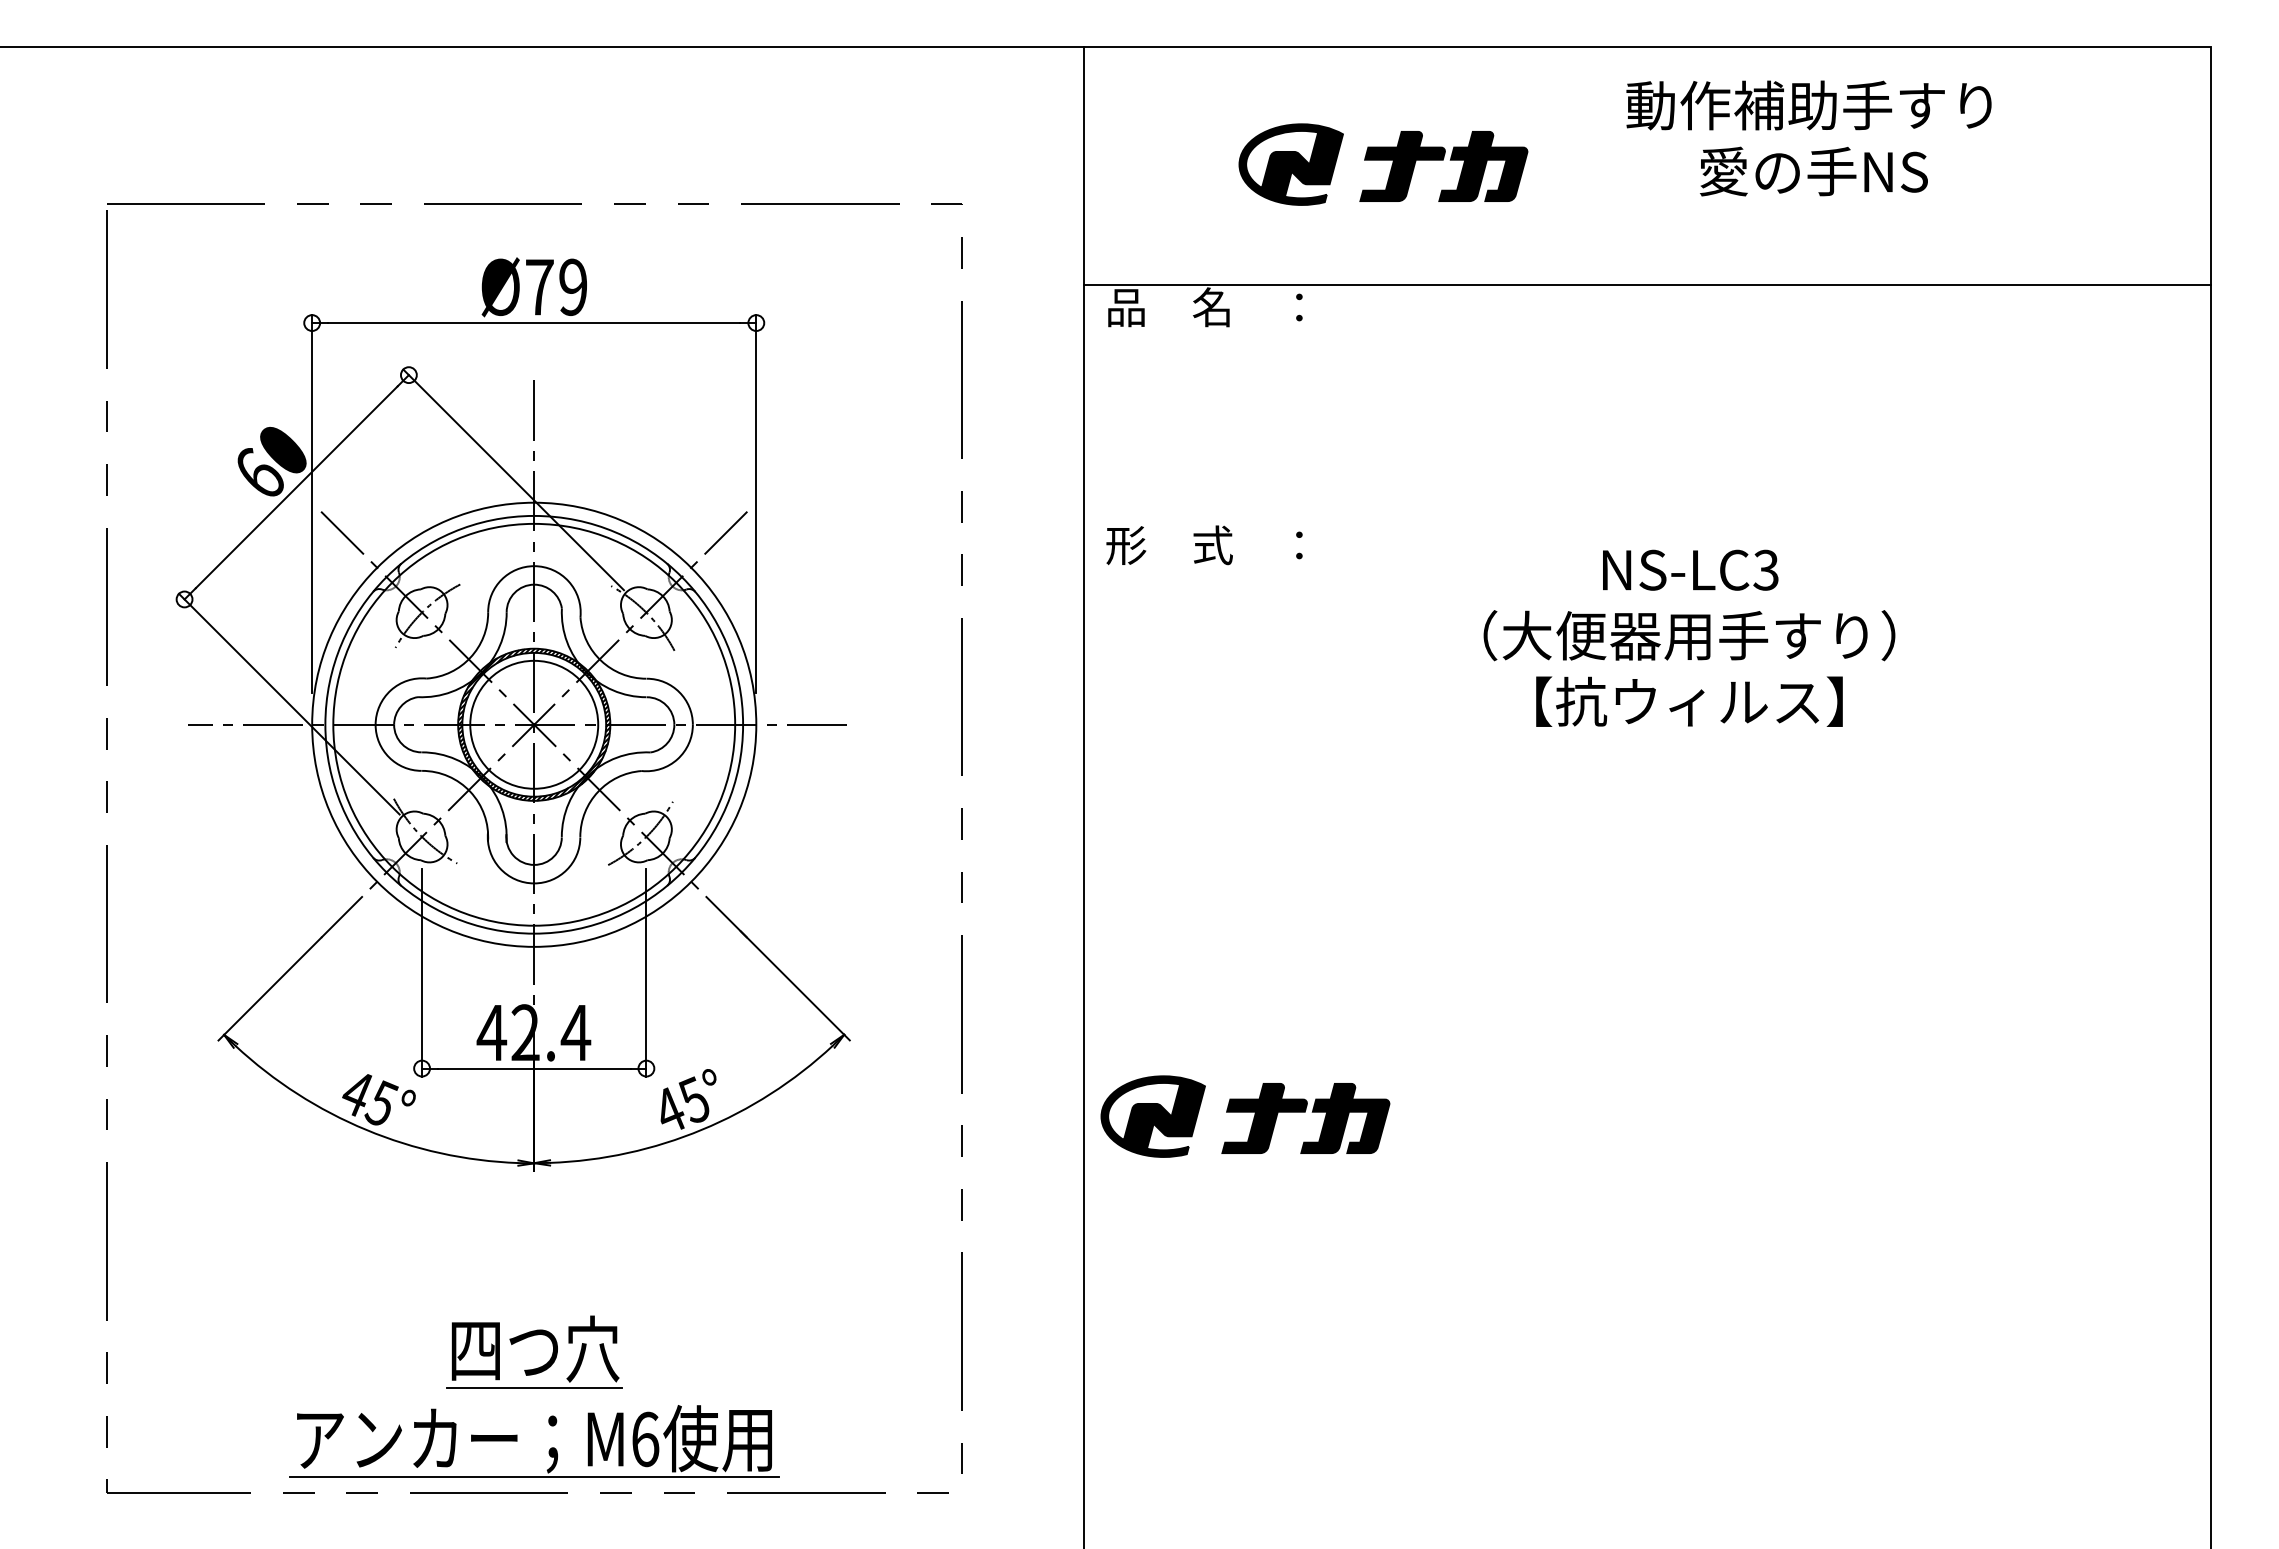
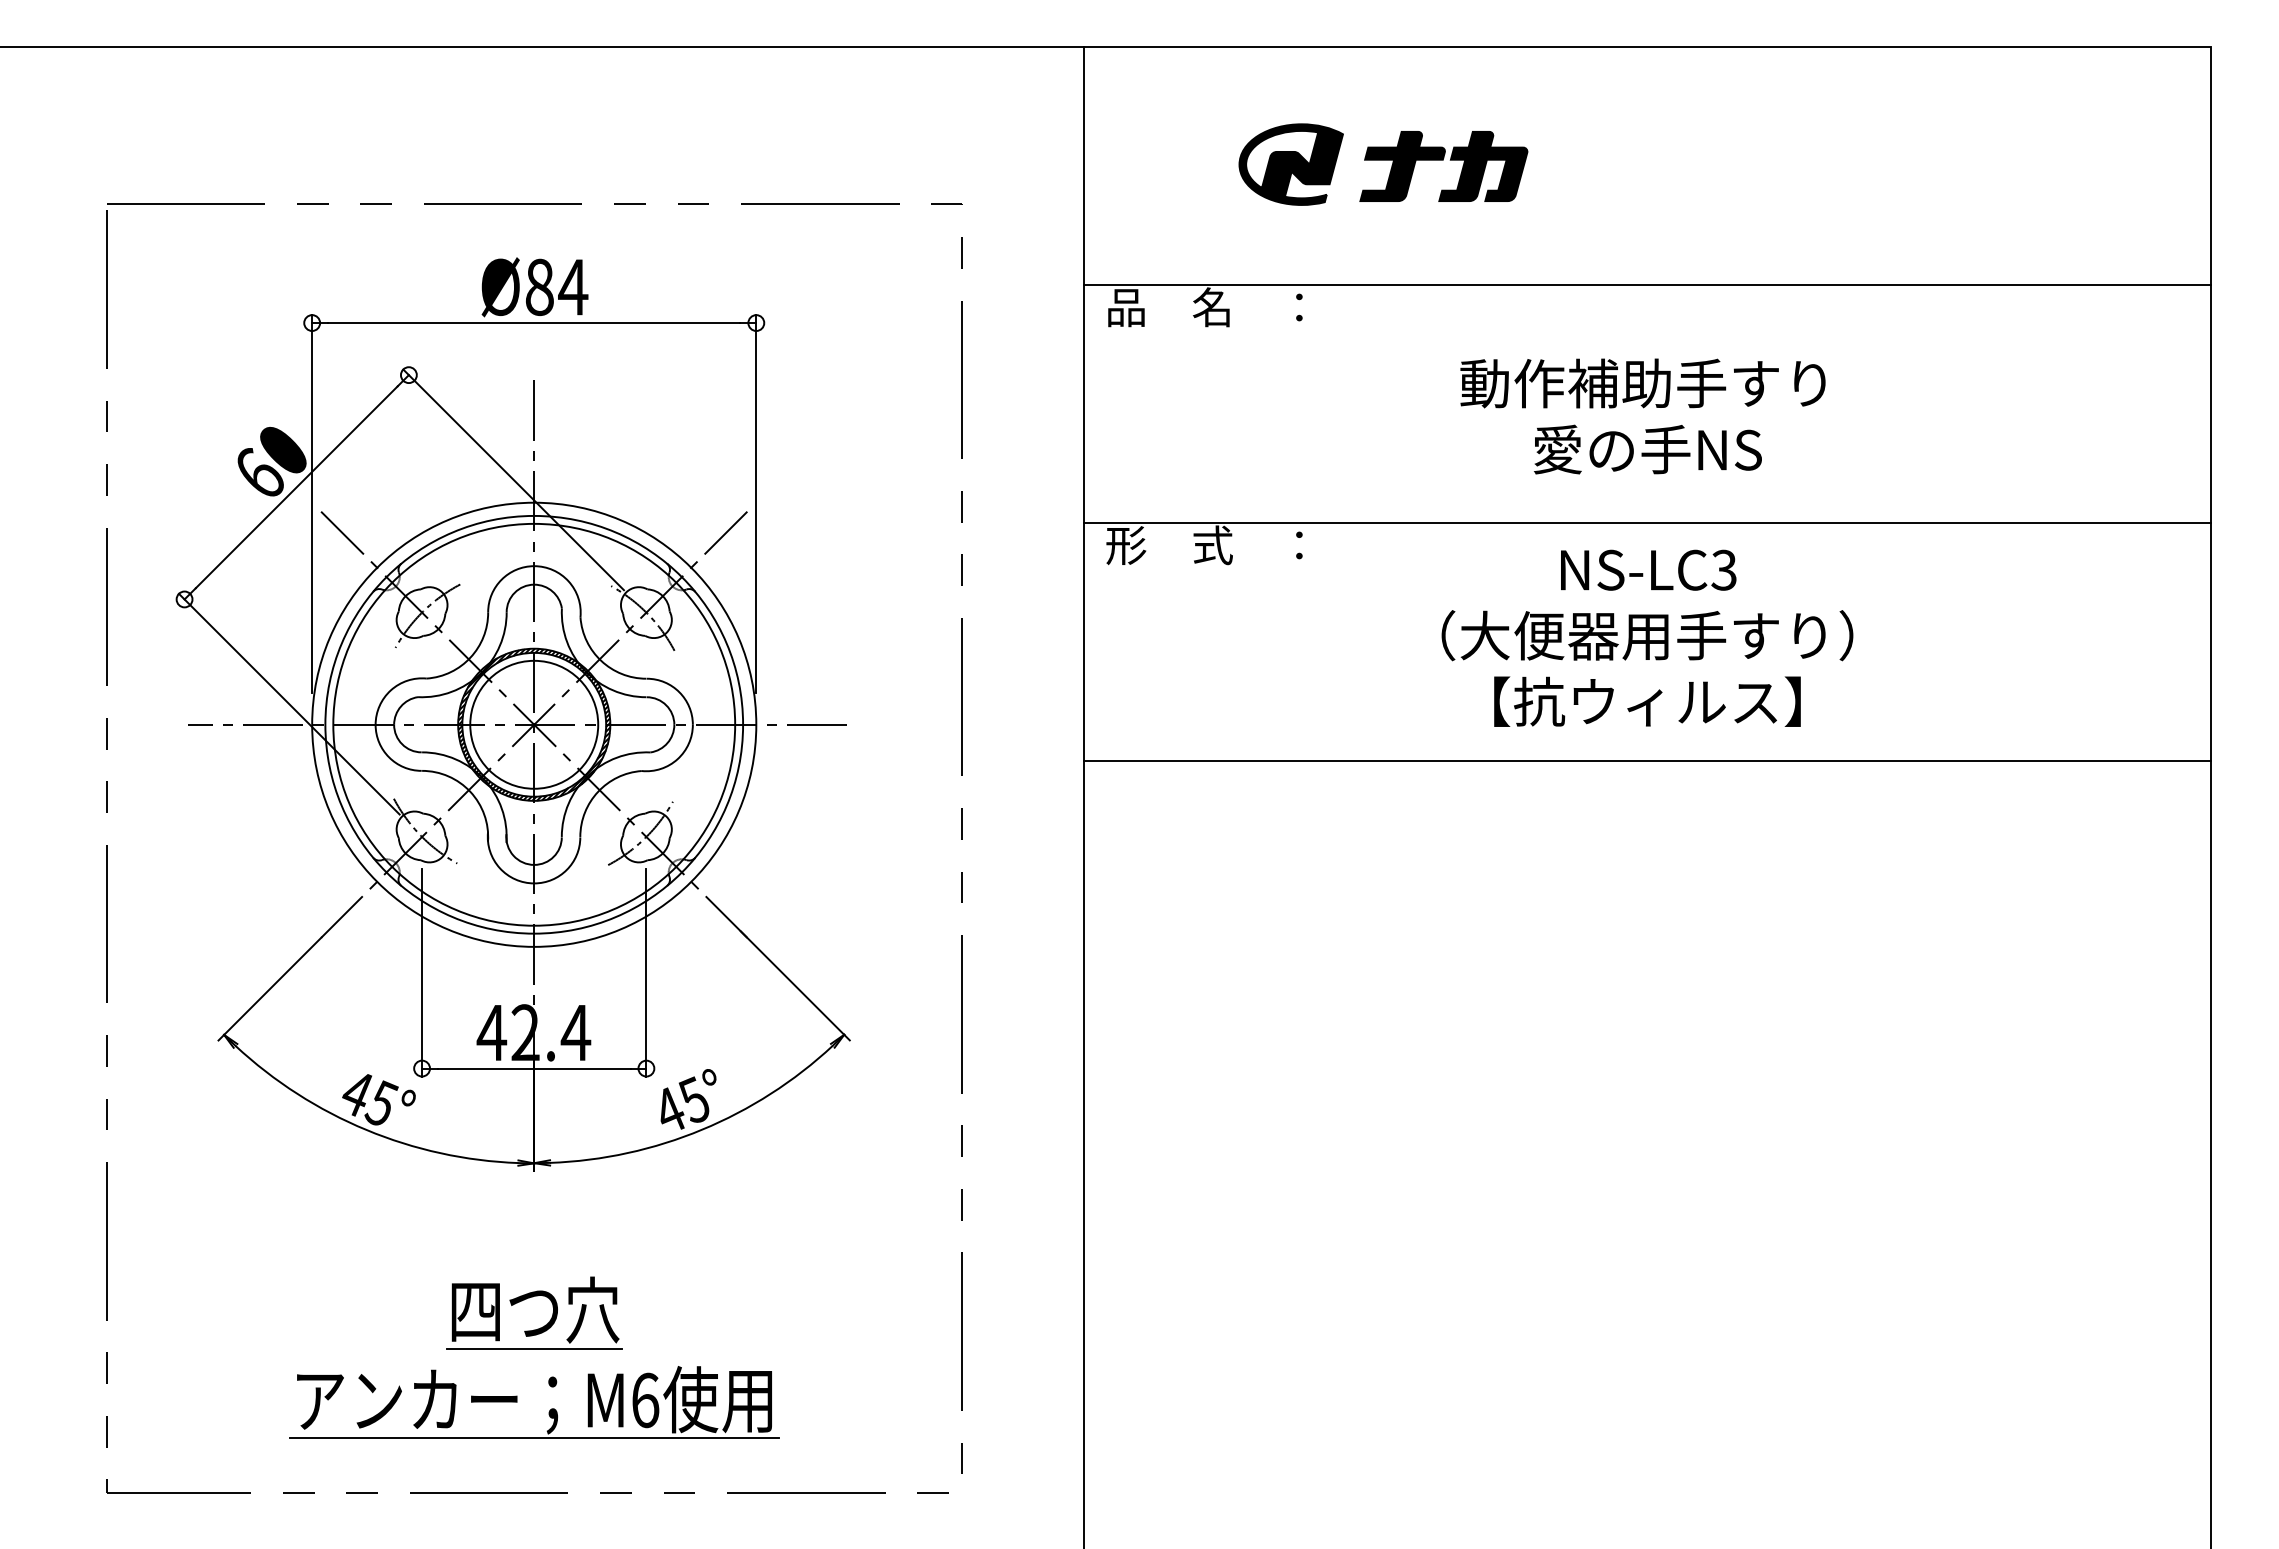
text at (1808, 138) position: (1808, 138) -> (1642, 416)
text at (556, 287): Ø79 -> Ø84
line at (1647, 522): none -> present
text at (1689, 637) position: (1689, 637) -> (1647, 637)
line at (1647, 760): none -> present
part at (1245, 1116): present -> none
part at (534, 1388) position: (534, 1388) -> (534, 1349)
